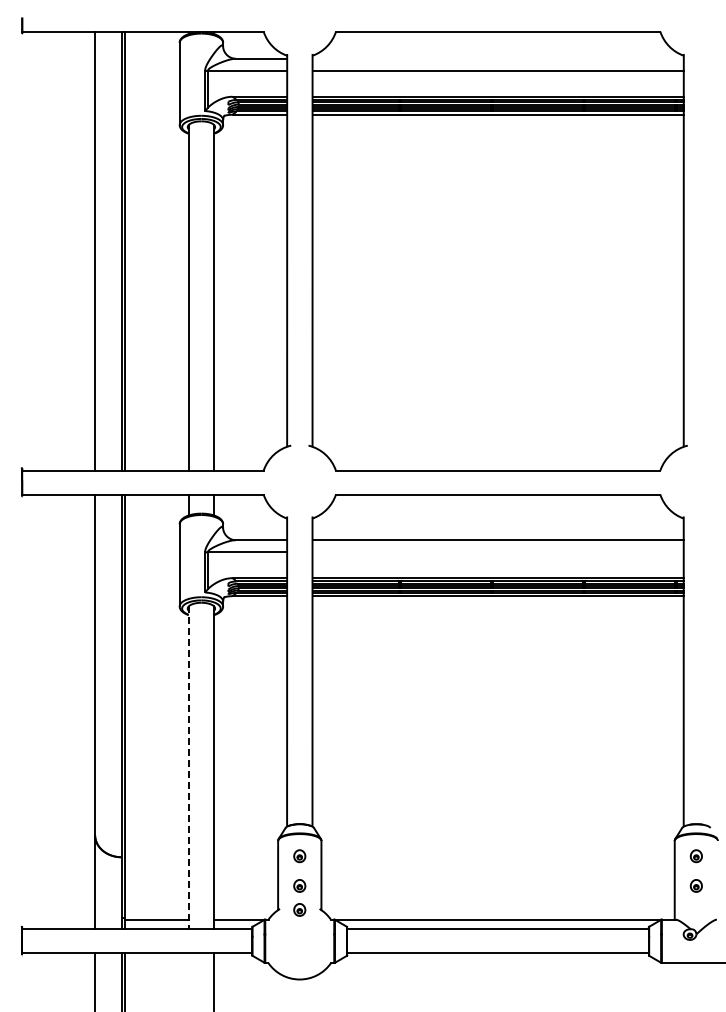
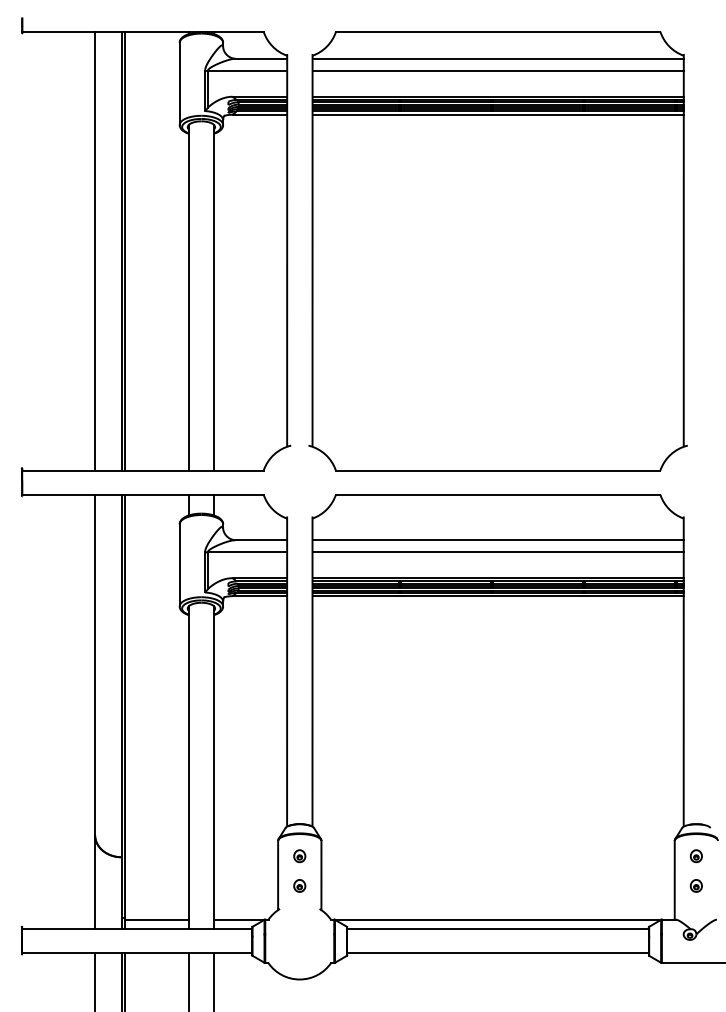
line at (497, 58): none -> present
line at (497, 552): none -> present
line at (188, 768): dashed -> solid
part at (299, 909): present -> none
line at (188, 980): none -> present
